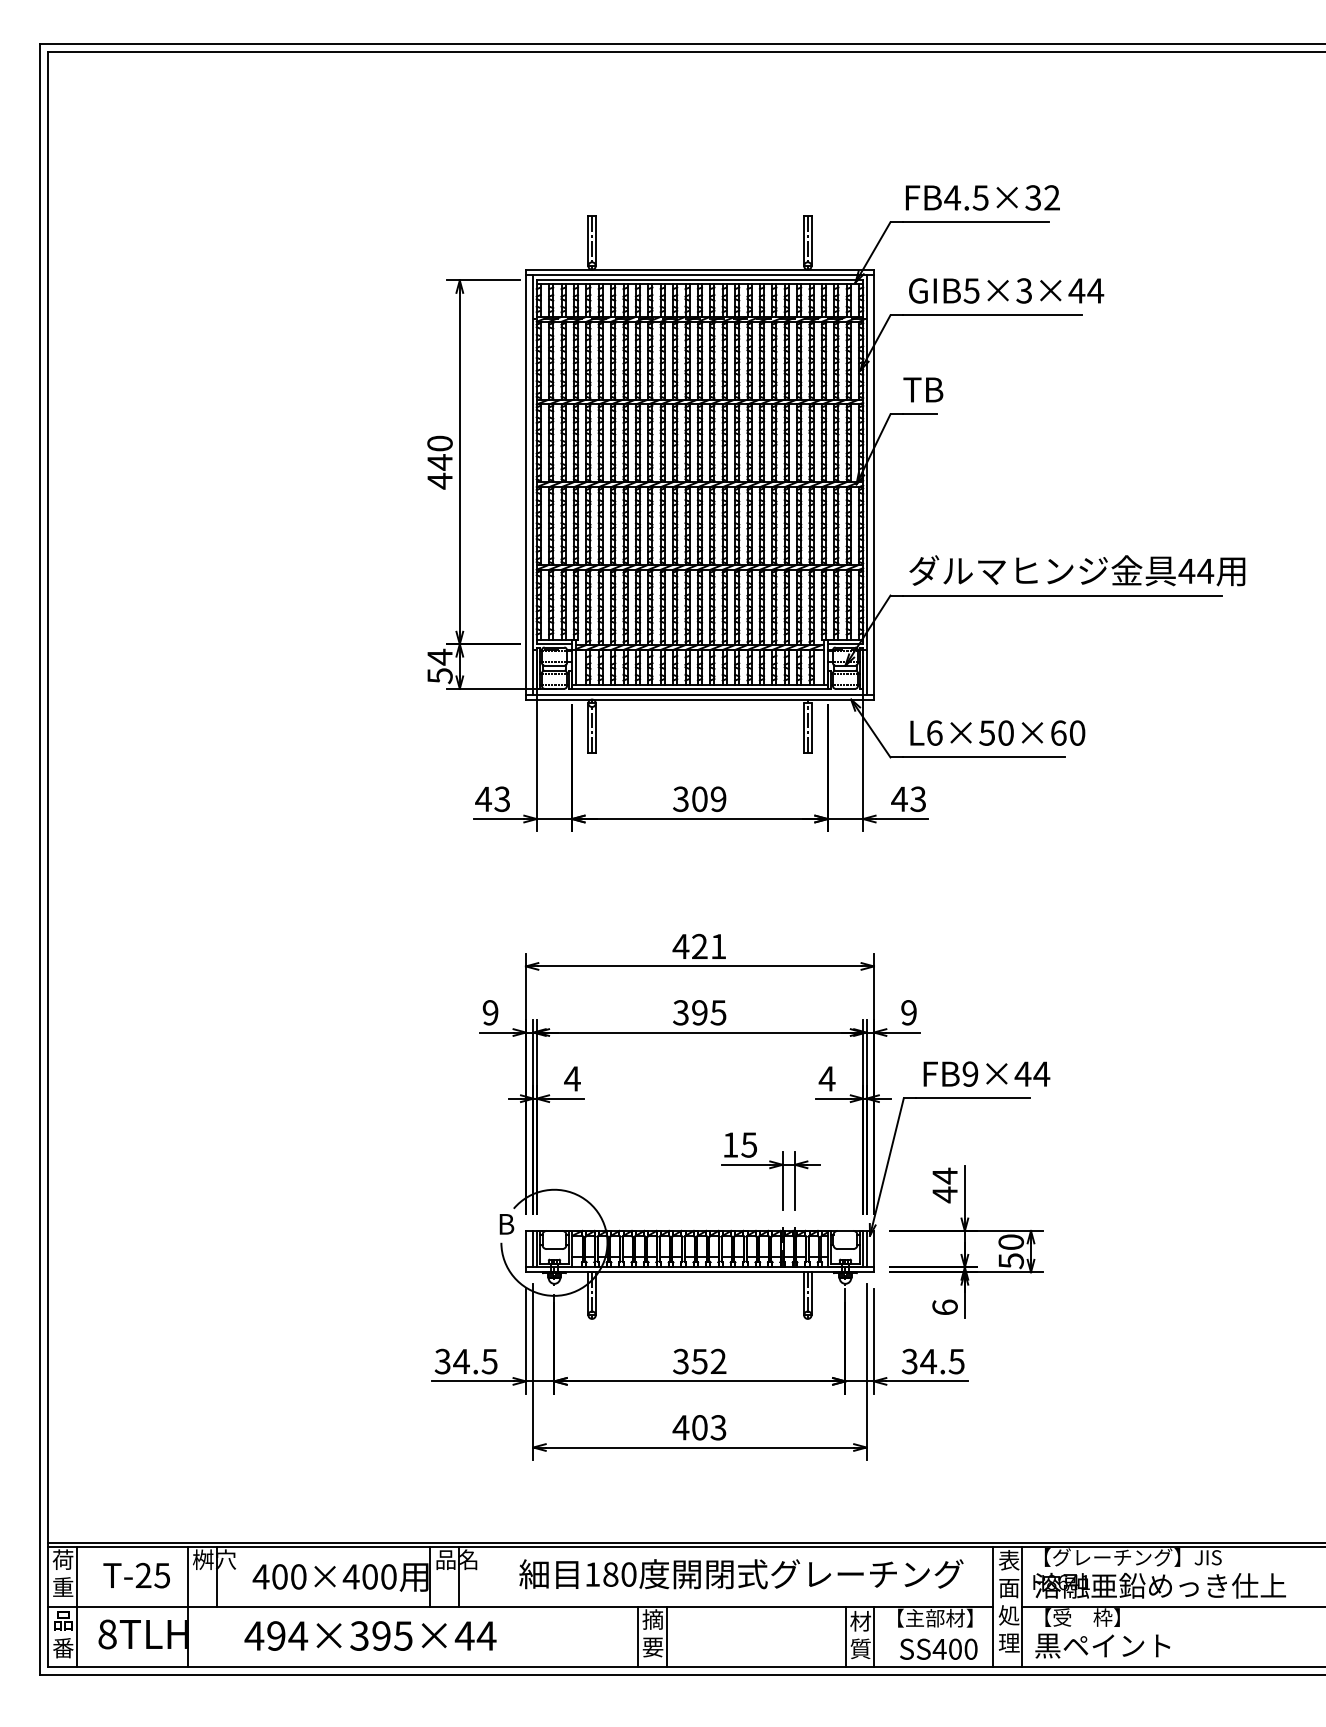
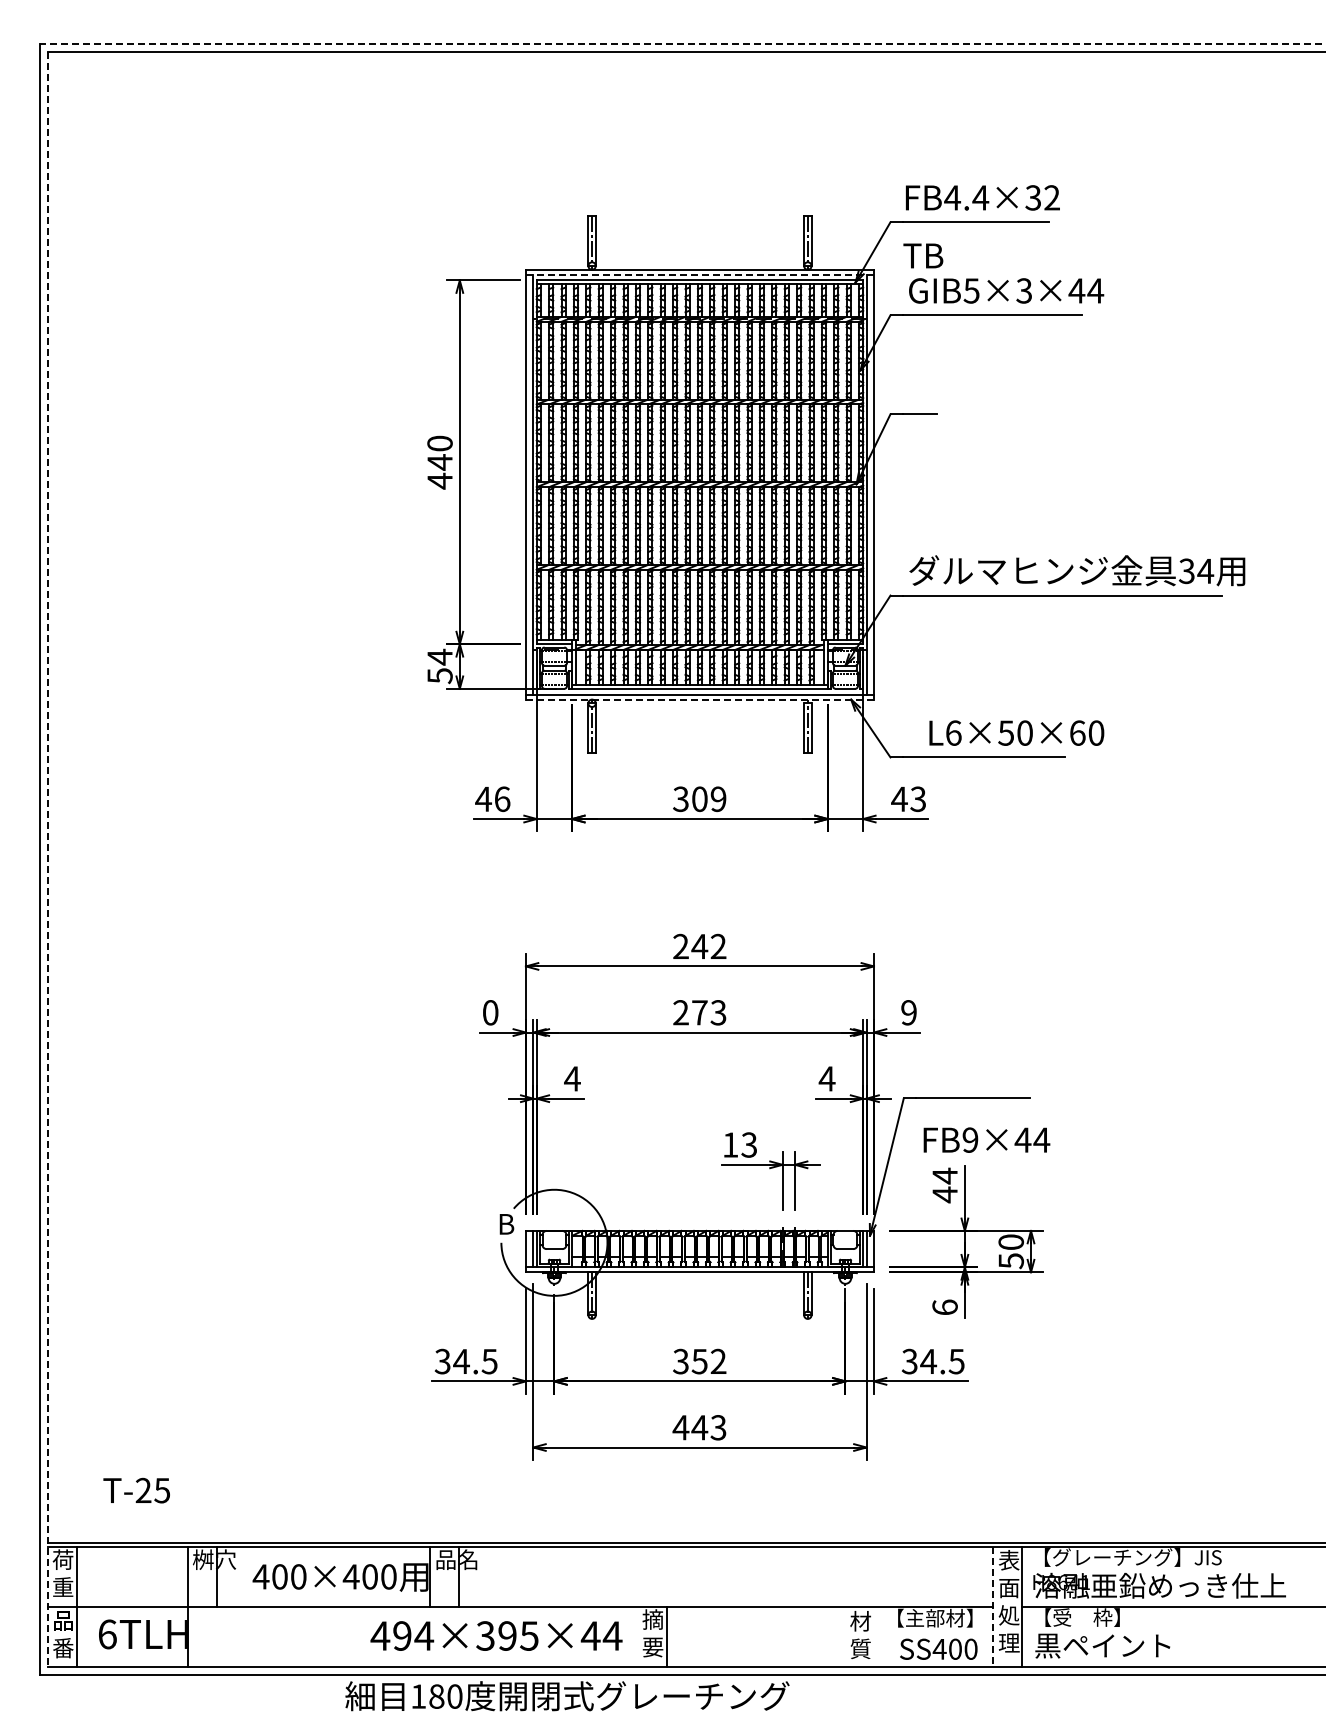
line at (682, 44): solid -> dashed
text at (980, 197): FB4.5×32 -> FB4.4×32
line at (700, 274): solid -> dashed
text at (923, 389) position: (923, 389) -> (923, 255)
text at (1186, 571): 44 -> 34
line at (700, 699): solid -> dashed
text at (997, 732) position: (997, 732) -> (1016, 732)
text at (502, 799): 43 -> 46
line at (47, 859): solid -> dashed
text at (699, 945): 421 -> 242
text at (490, 1012): 9 -> 0
text at (699, 1012): 395 -> 273
text at (986, 1073) position: (986, 1073) -> (986, 1139)
text at (749, 1144): 15 -> 13
text at (699, 1427): 403 -> 443
text at (741, 1574) position: (741, 1574) -> (567, 1696)
text at (136, 1575) position: (136, 1575) -> (136, 1490)
line at (993, 1607): solid -> dashed
text at (107, 1634): 8TLH -> 6TLH
text at (370, 1635) position: (370, 1635) -> (496, 1635)
line at (637, 1636): present -> none
line at (845, 1636): present -> none
line at (874, 1636): present -> none
